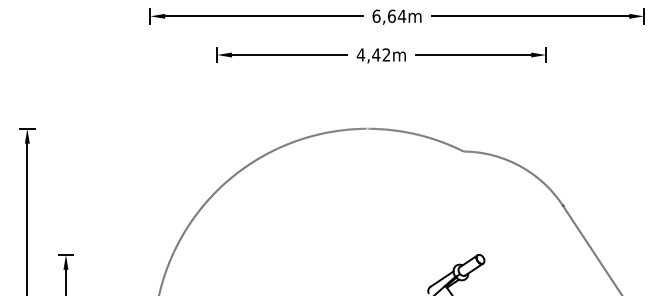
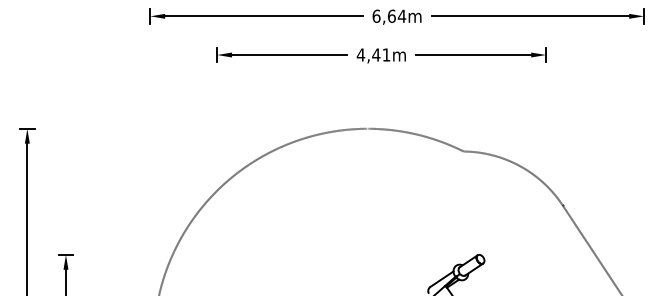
text at (386, 54): 4,42m -> 4,41m
